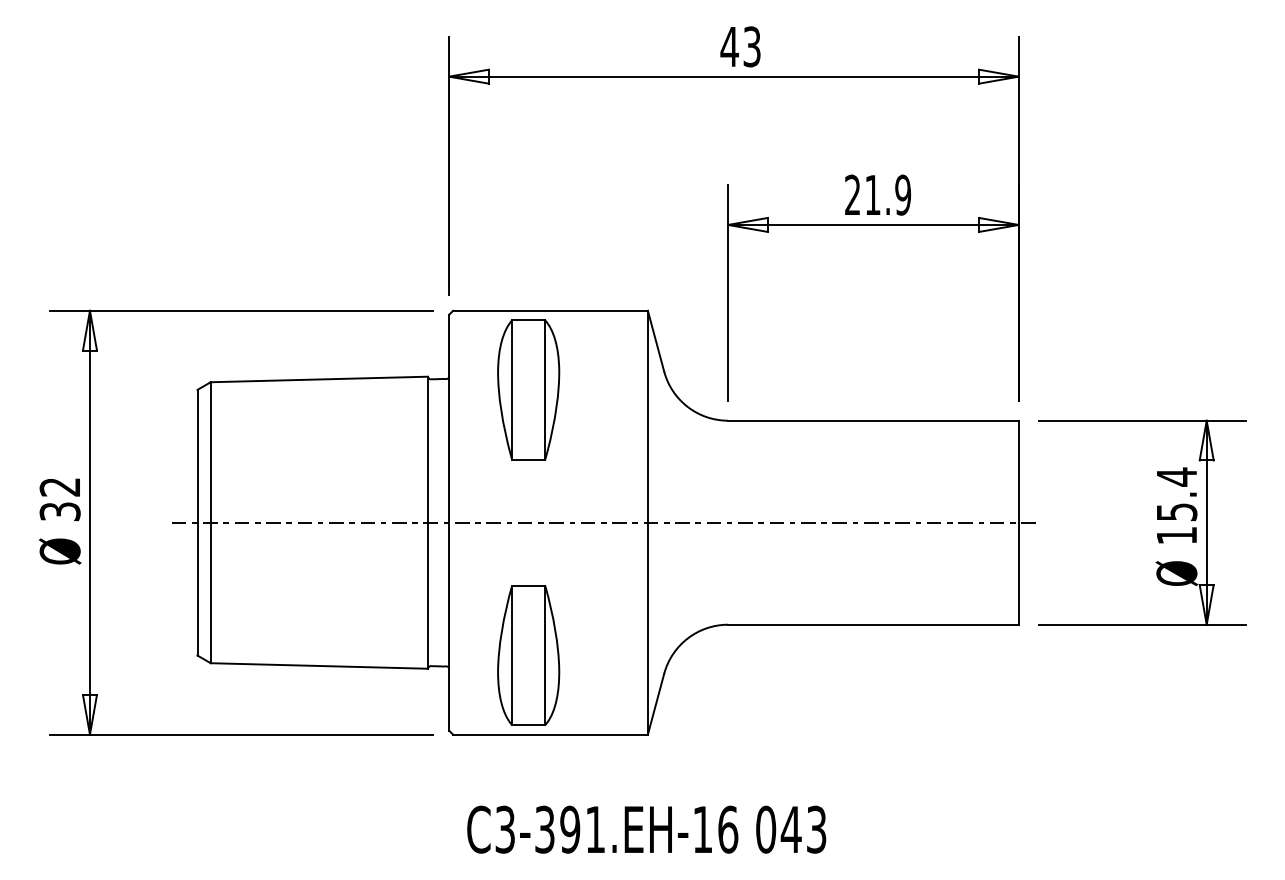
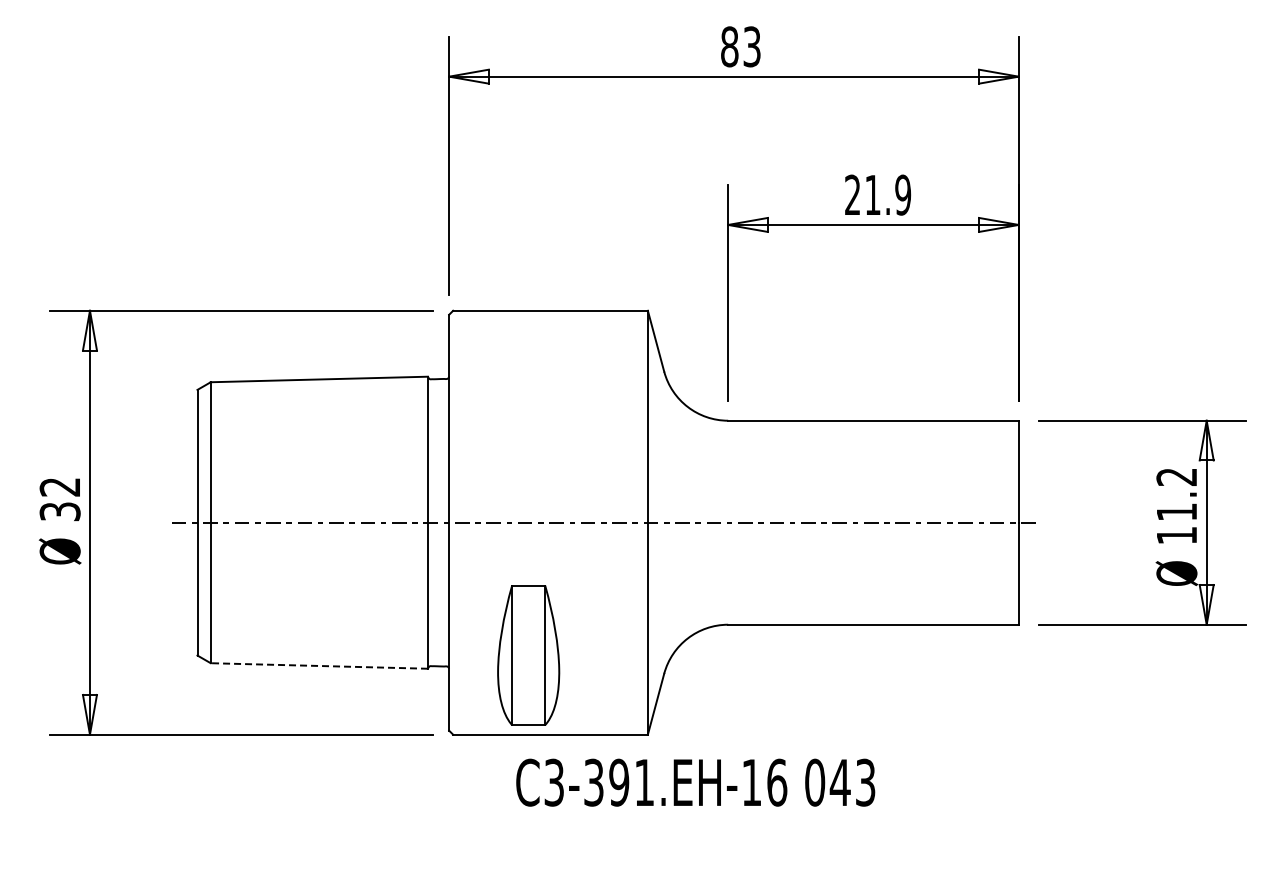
text at (729, 46): 43 -> 83
part at (528, 389): present -> none
text at (1176, 494): 15.4 -> 11.2
line at (319, 665): solid -> dashed
text at (646, 829) position: (646, 829) -> (695, 782)
